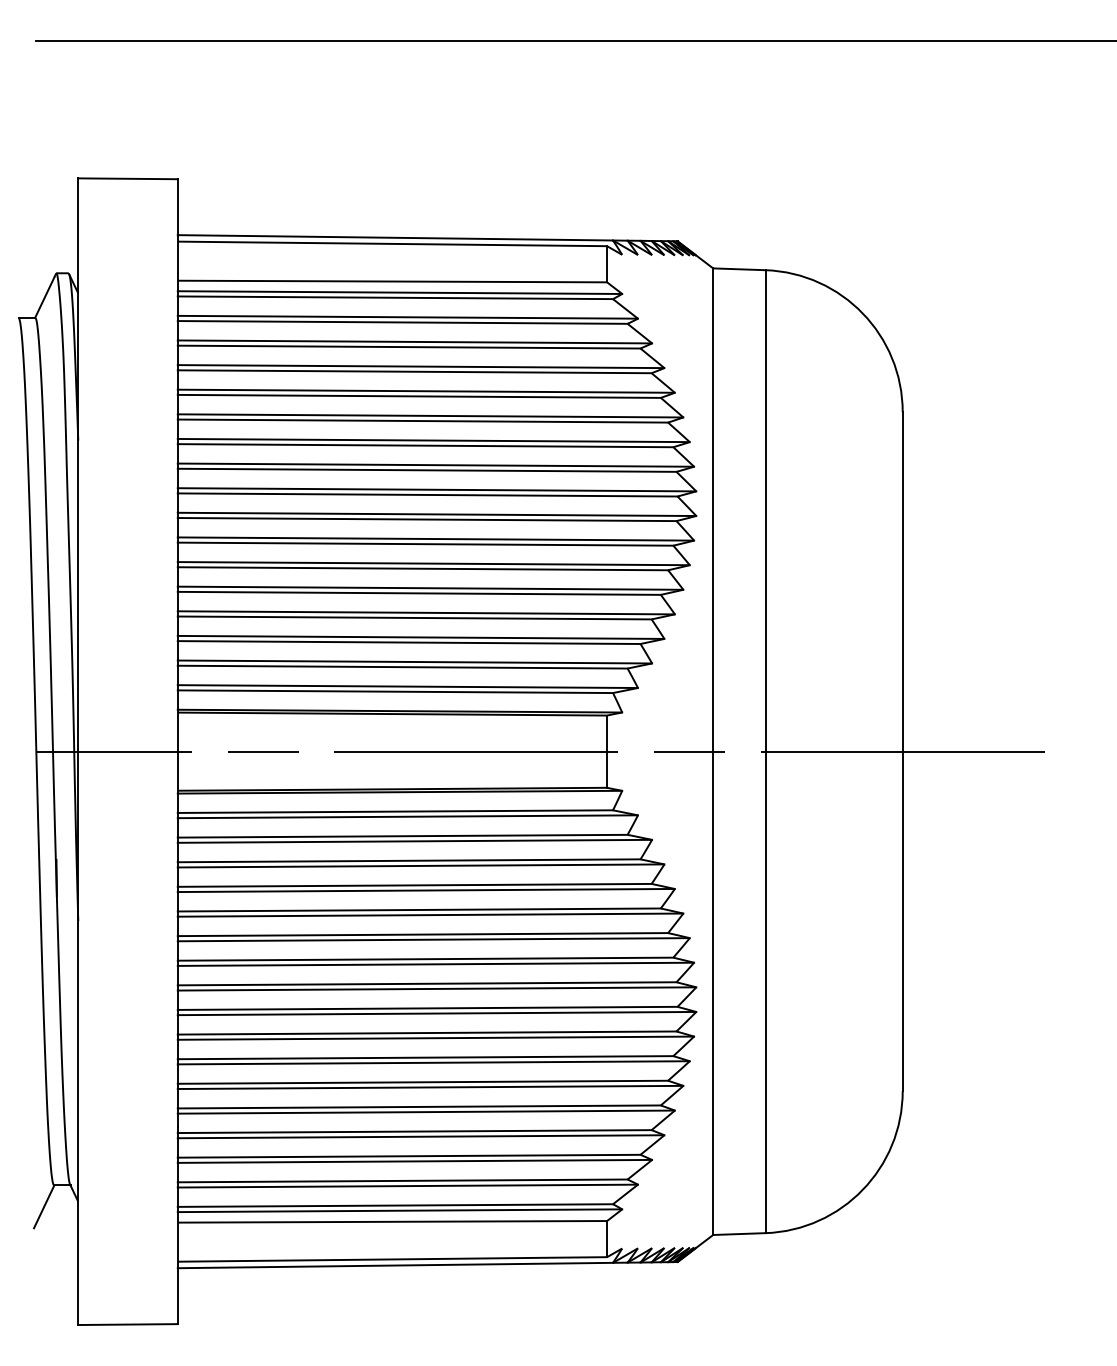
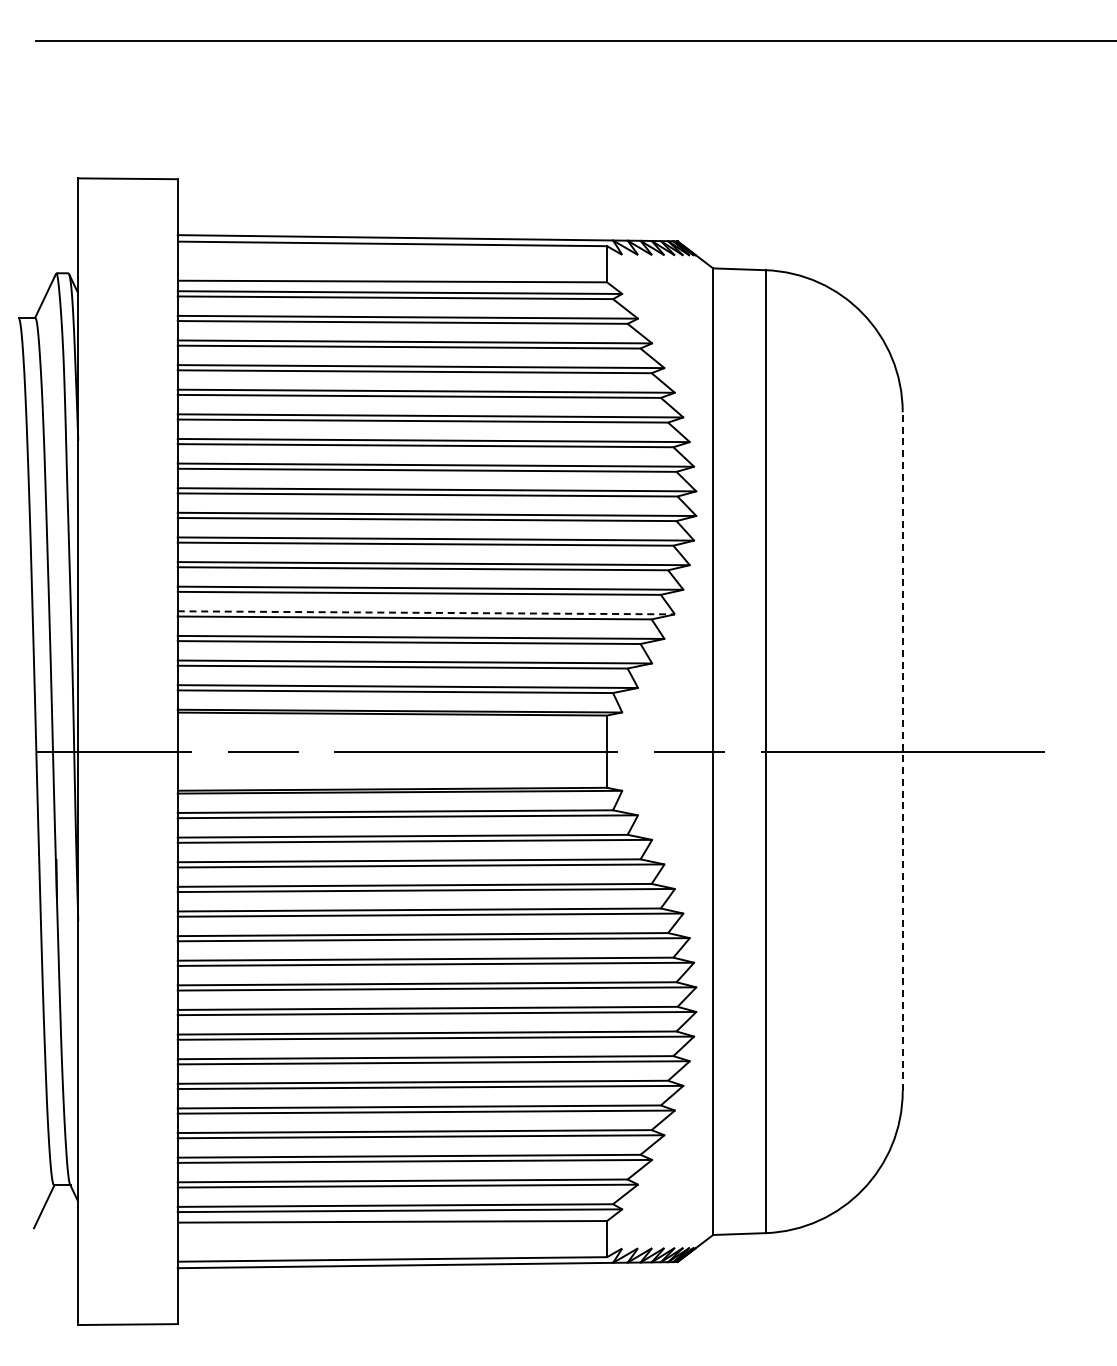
line at (426, 612): solid -> dashed
line at (902, 751): solid -> dashed
